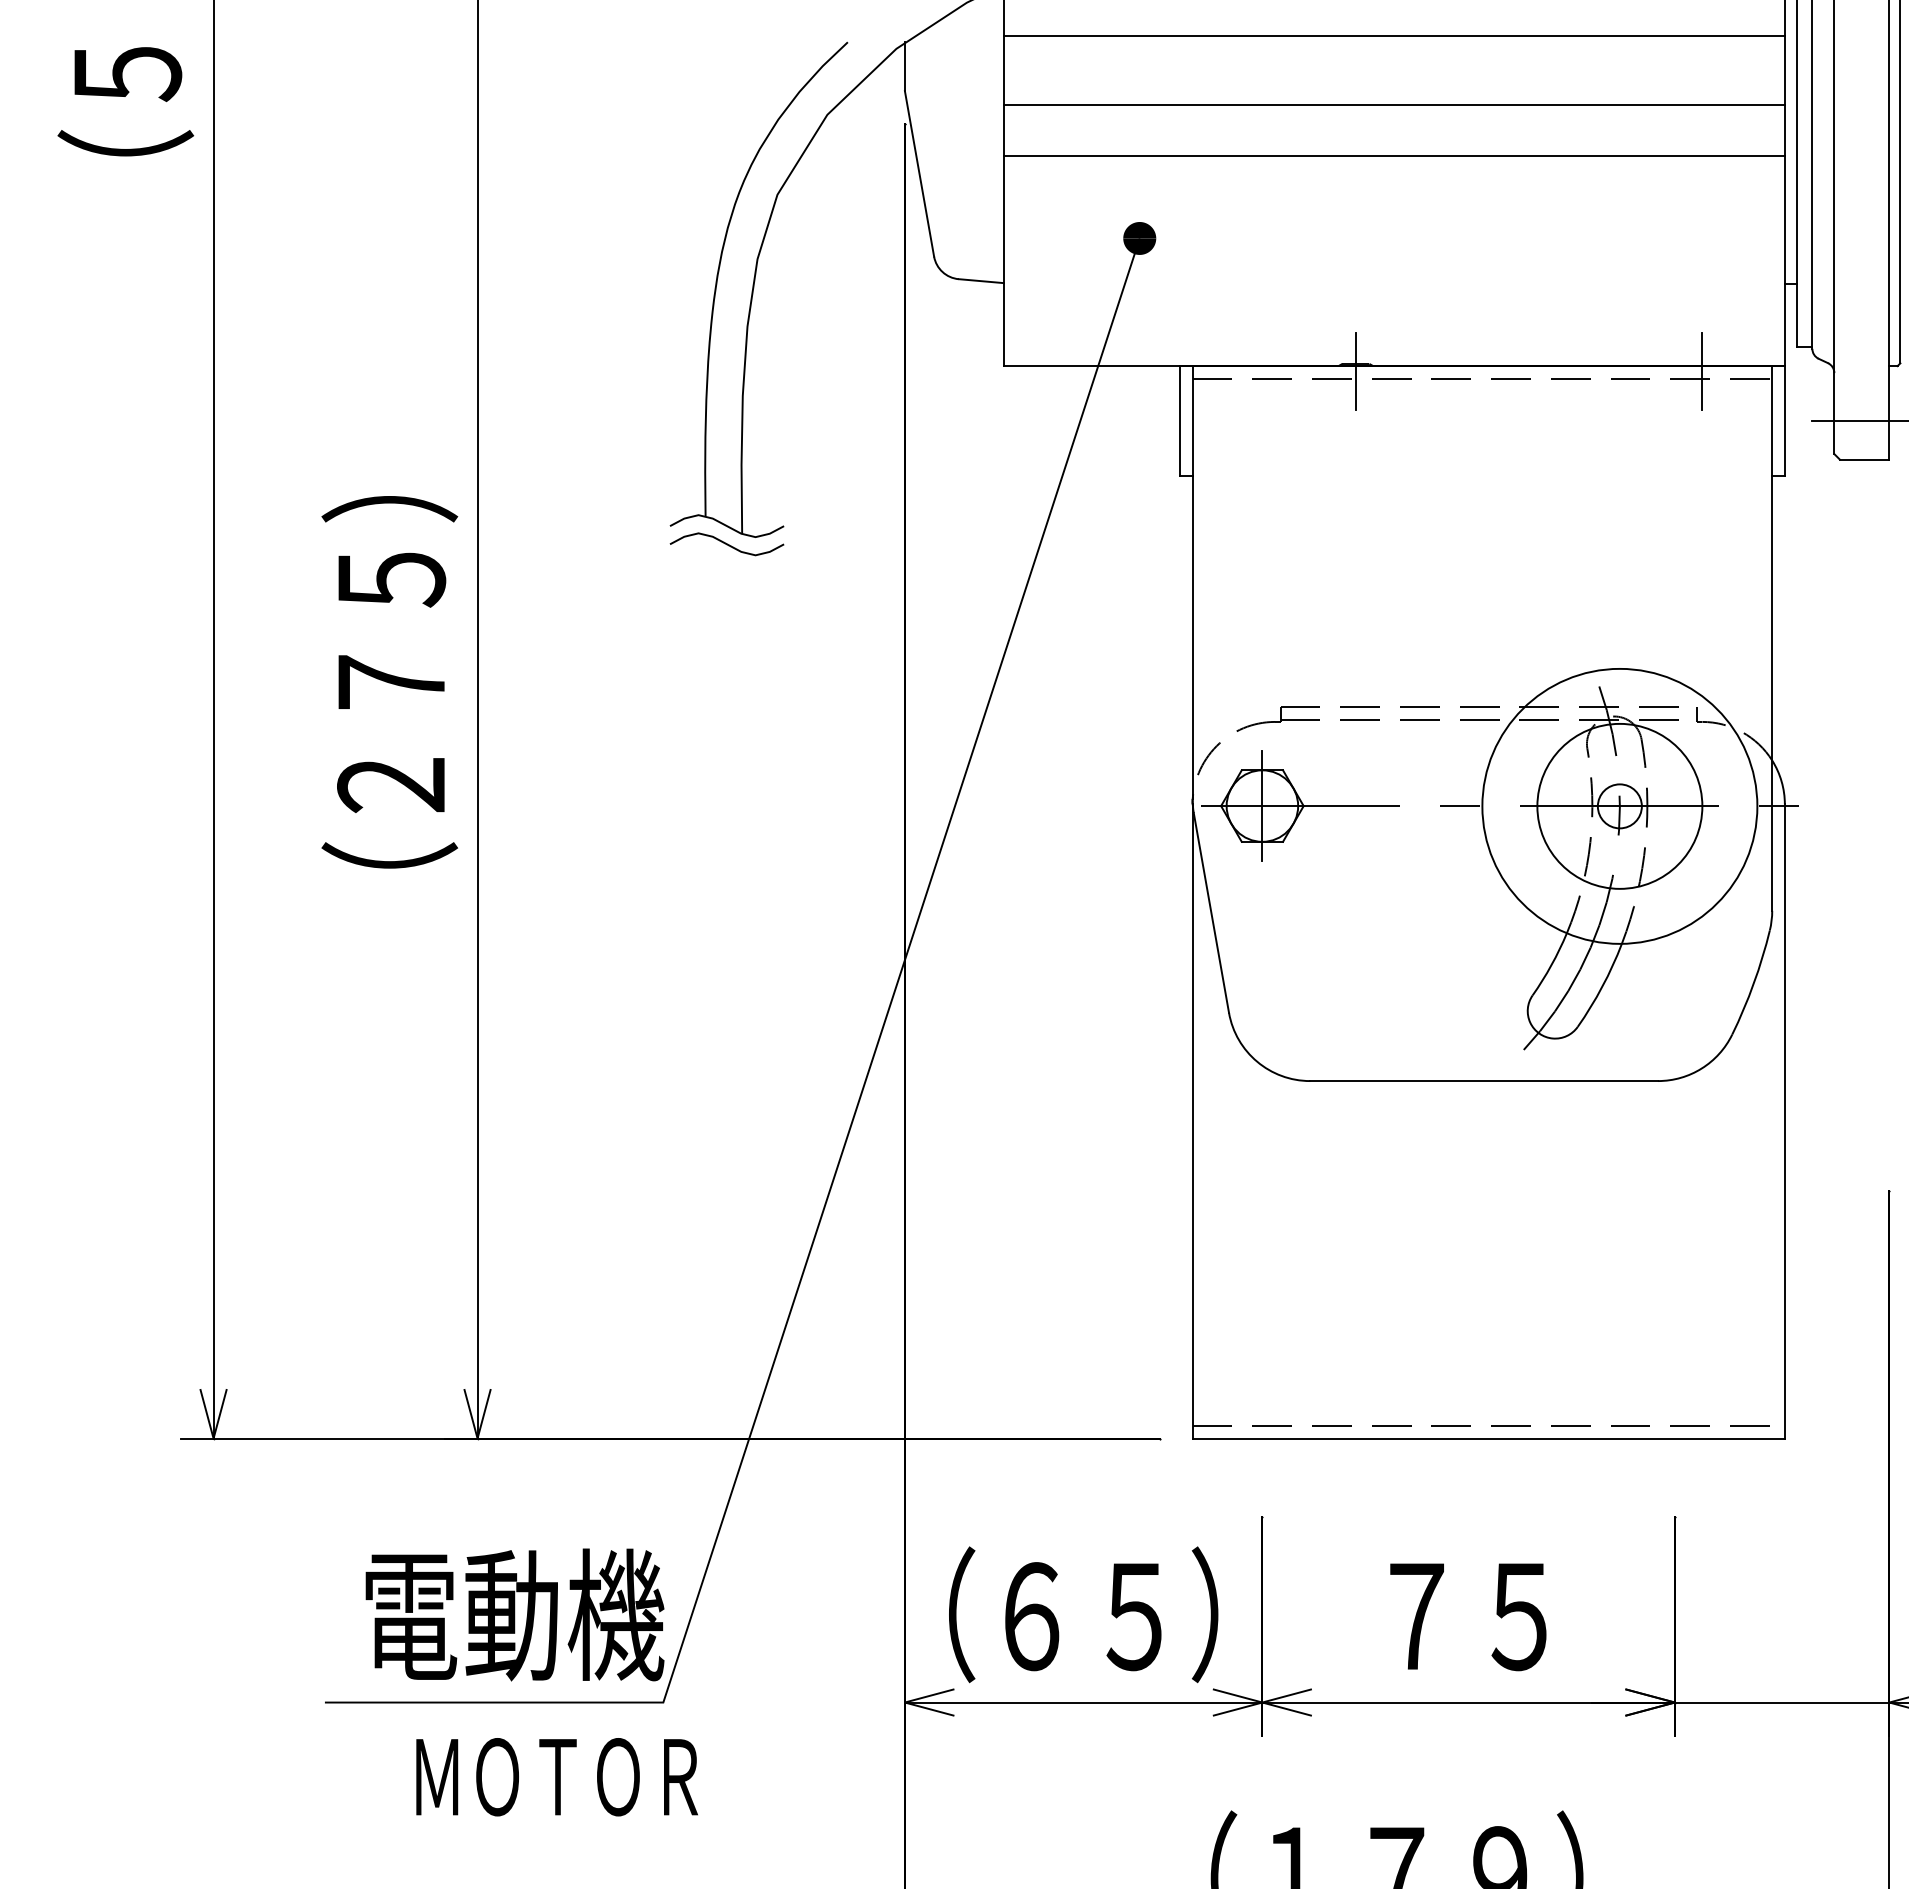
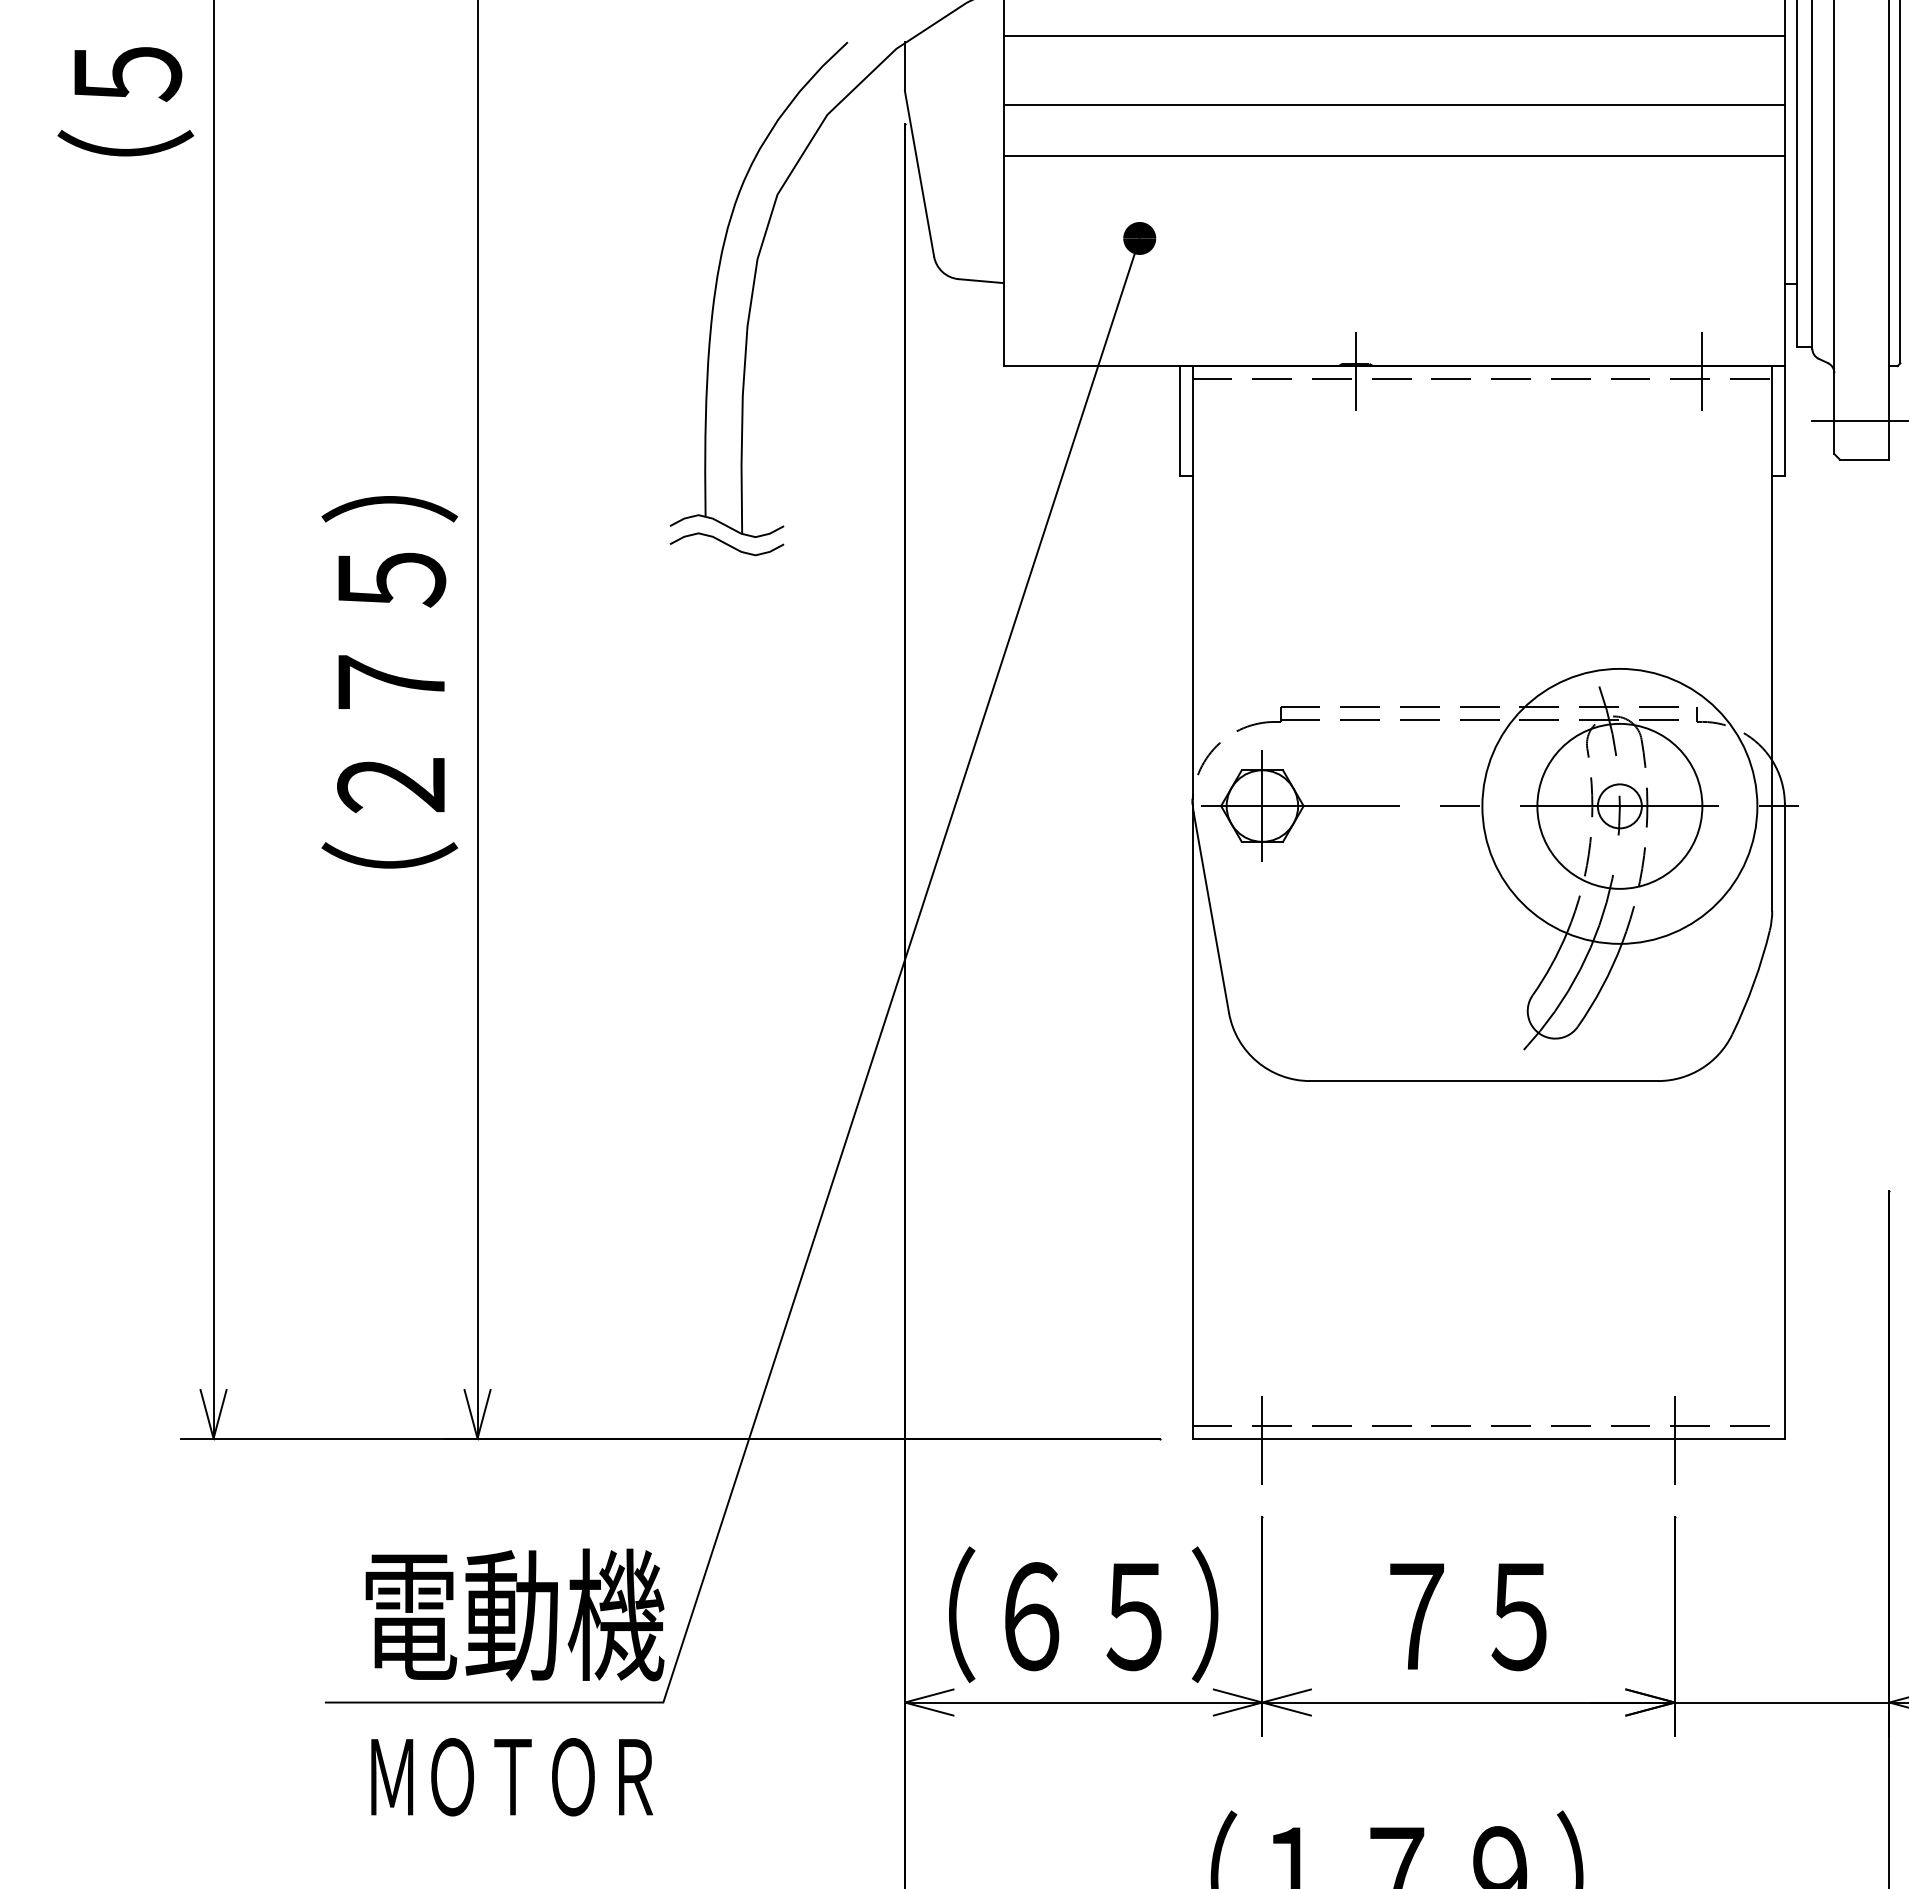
line at (1262, 1440): none -> present
line at (1674, 1440): none -> present
text at (556, 1777) position: (556, 1777) -> (511, 1777)
